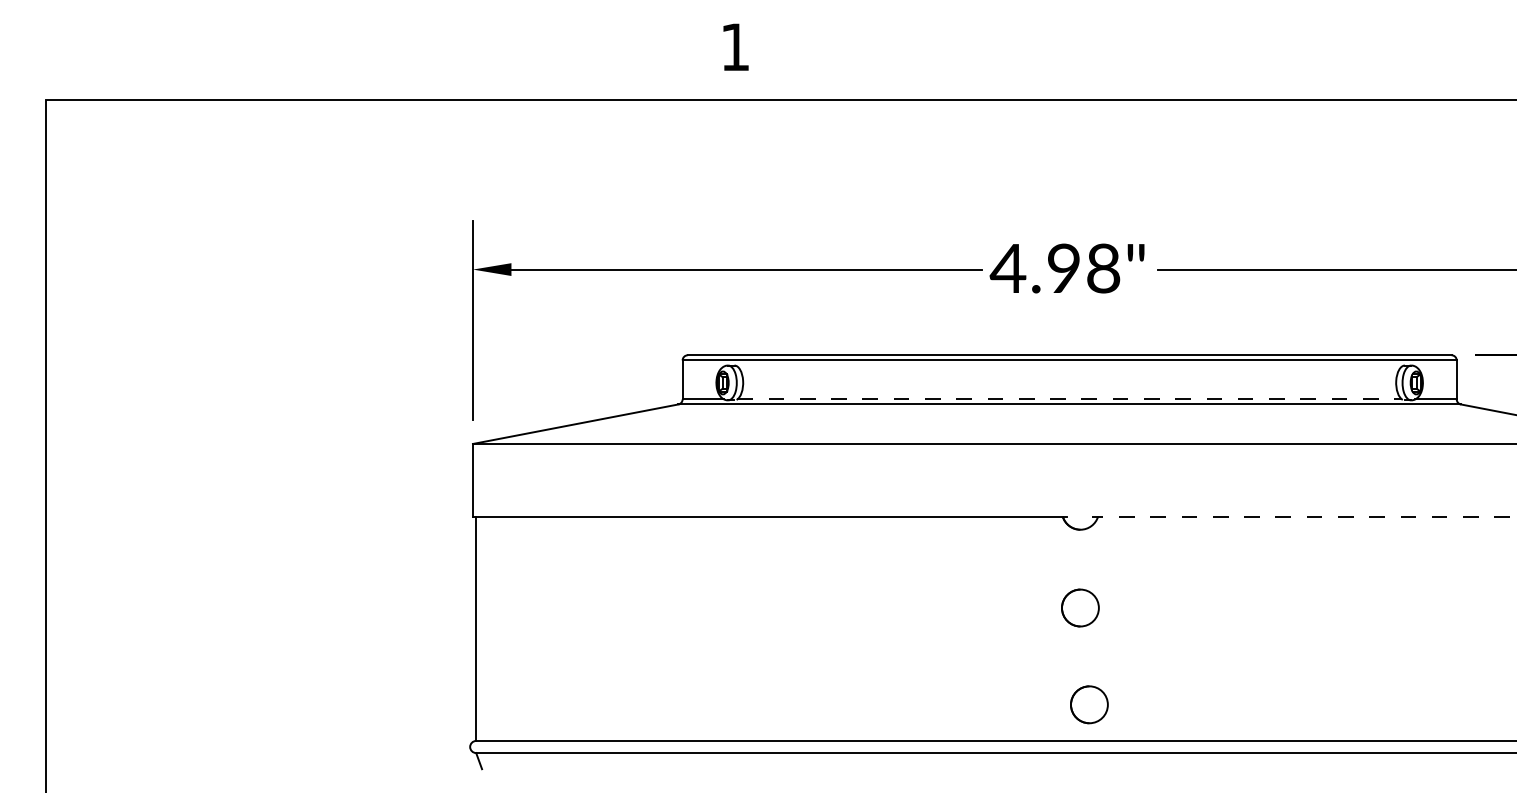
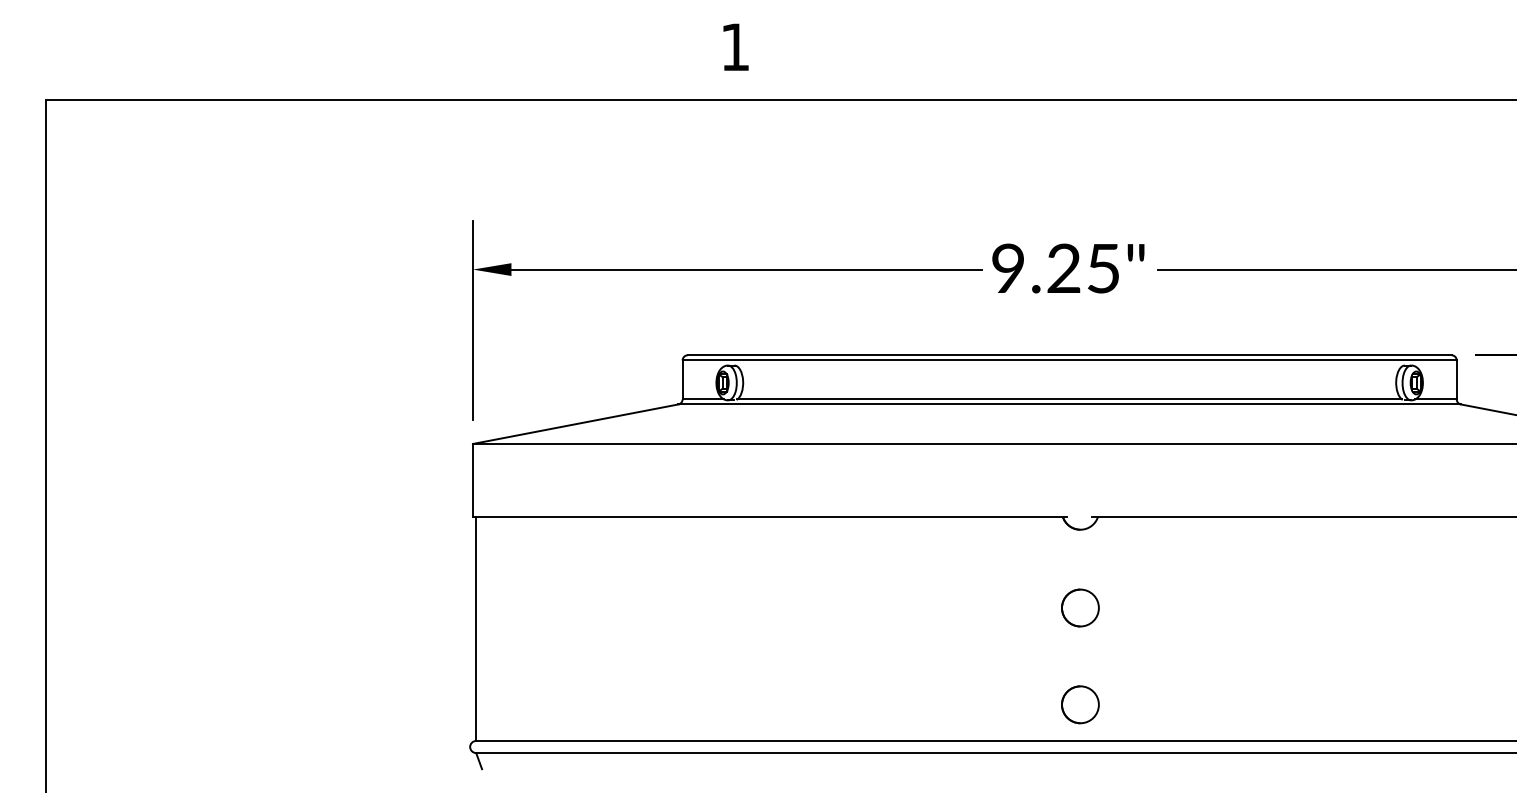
text at (1054, 268): 4.98" -> 9.25"
line at (1070, 399): dashed -> solid
line at (1303, 516): dashed -> solid
part at (1089, 704) position: (1089, 704) -> (1080, 704)
